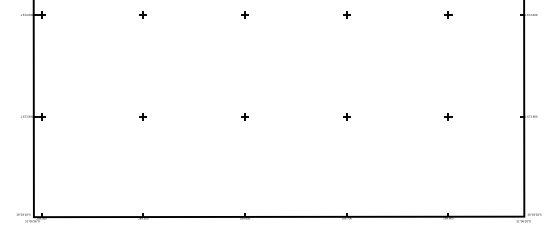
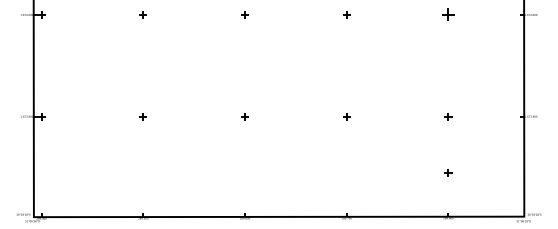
part at (448, 14) size: 9x8 px -> 13x13 px
part at (448, 172): none -> present
